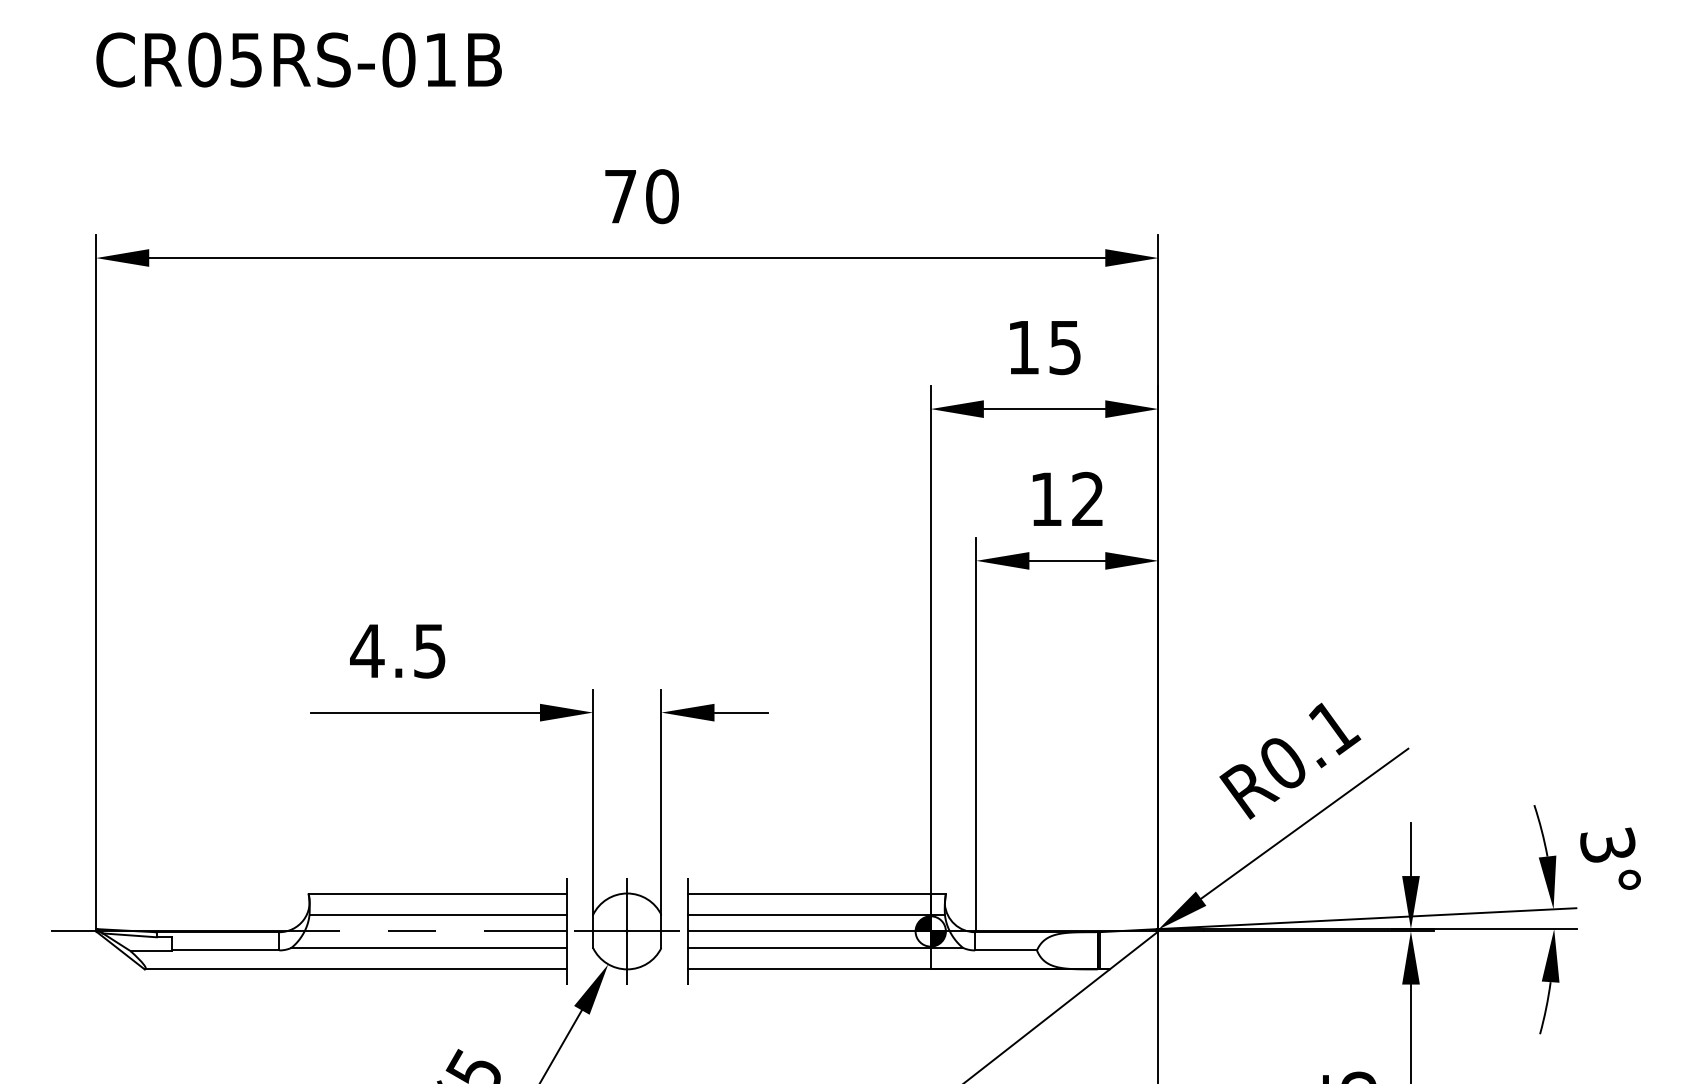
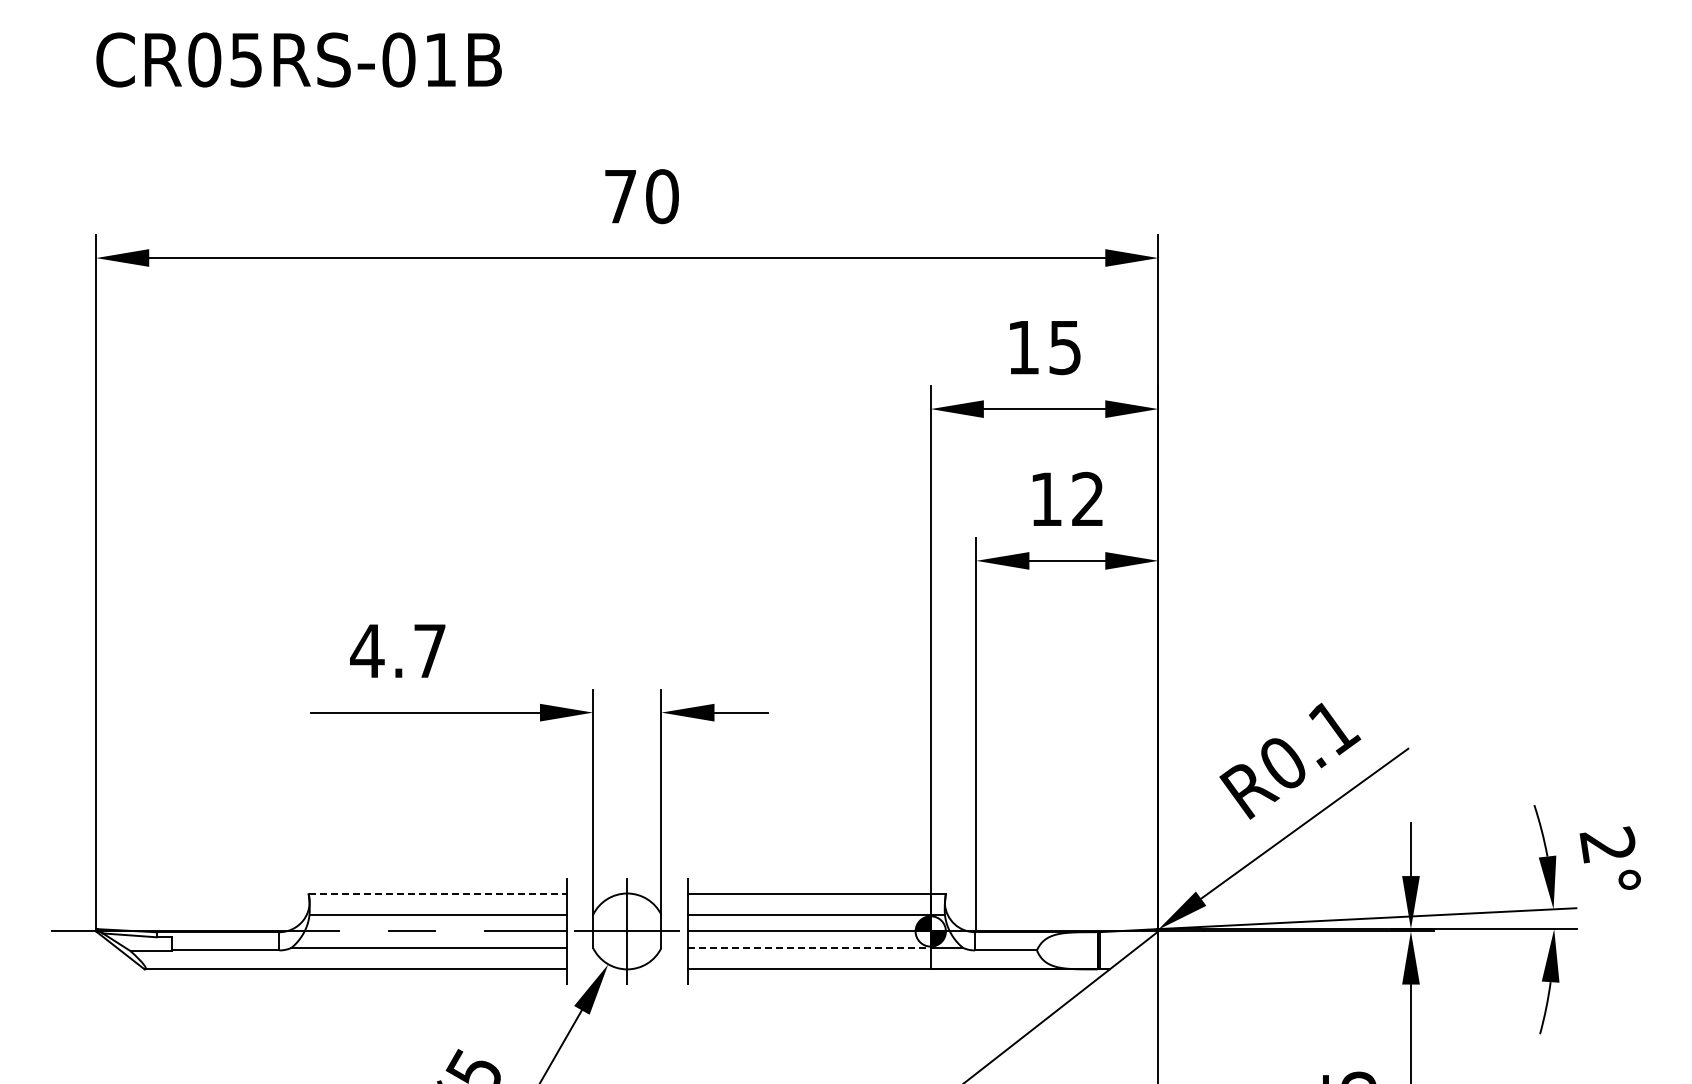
text at (429, 651): 4.5 -> 4.7
text at (1607, 844): 3° -> 2°
line at (437, 893): solid -> dashed
line at (809, 947): solid -> dashed
